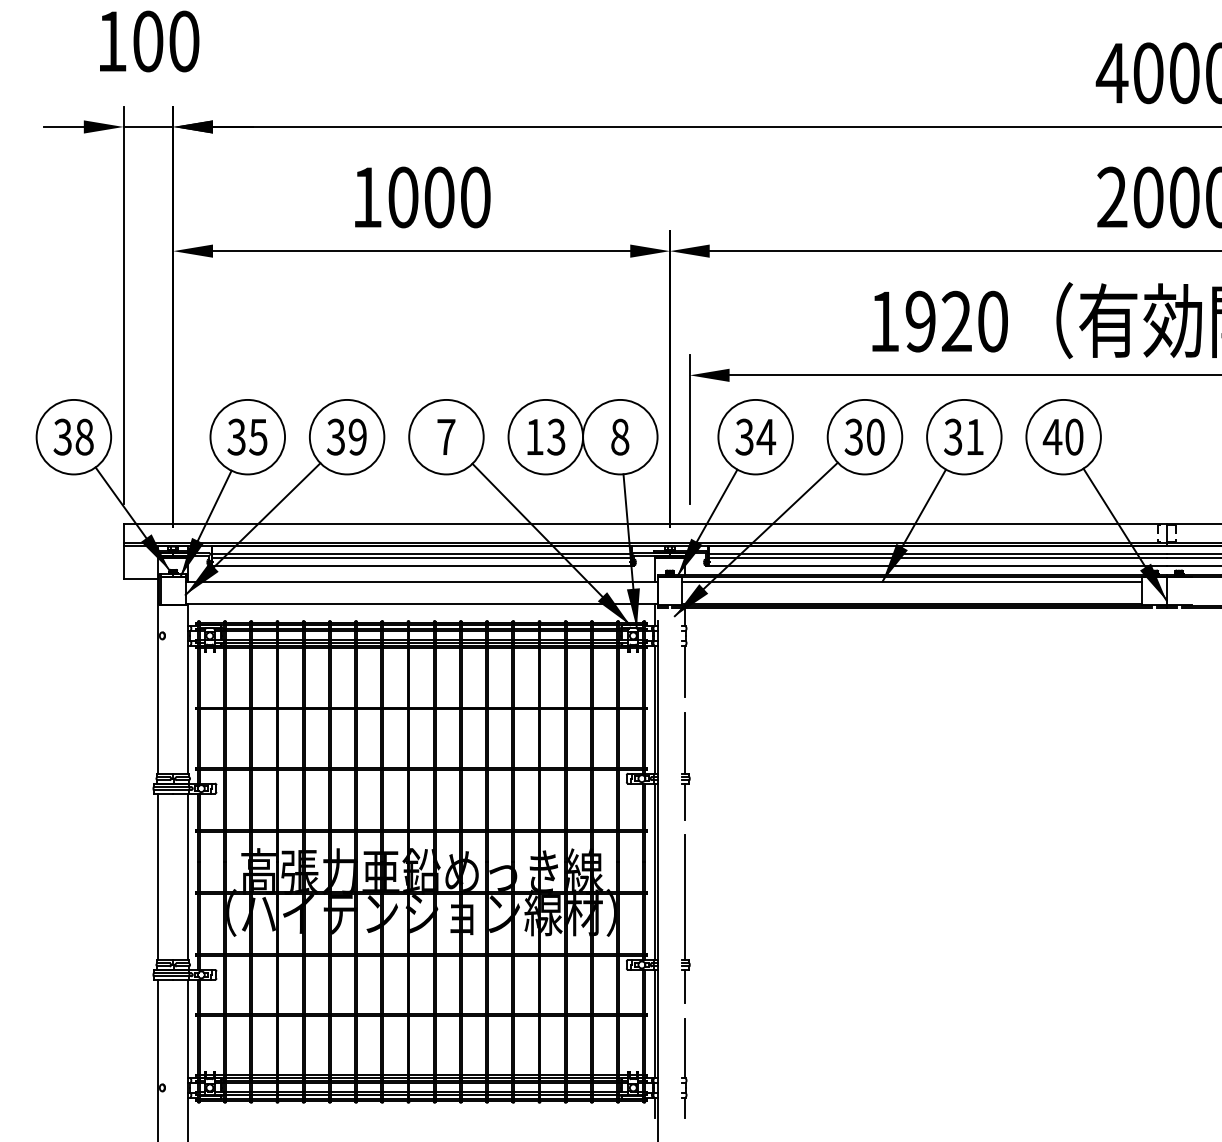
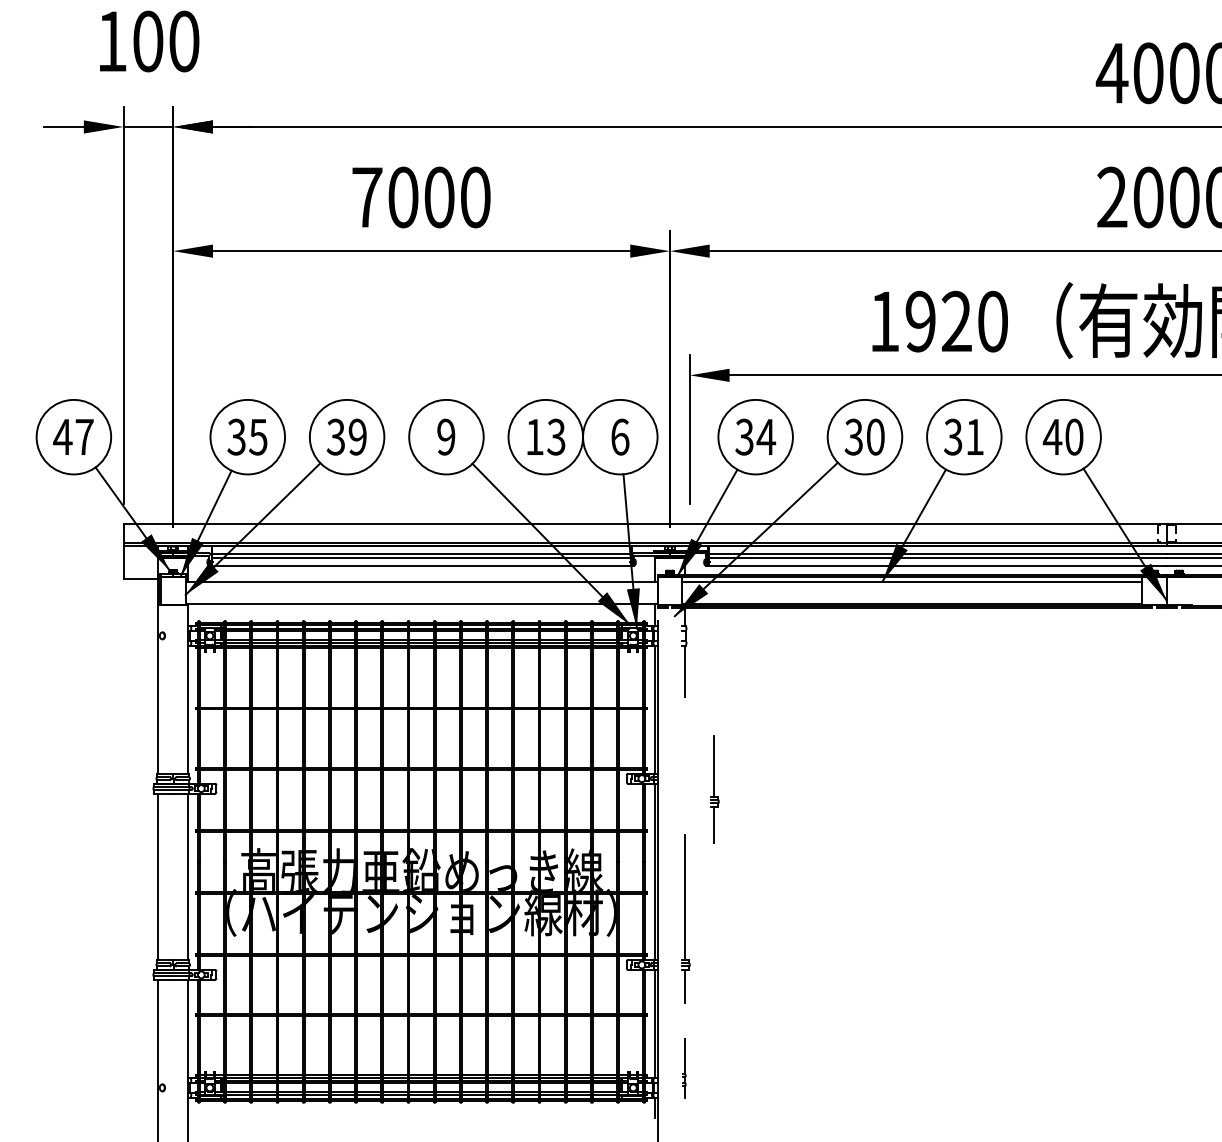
text at (367, 197): 1000 -> 7000
text at (73, 436): 38 -> 47
text at (446, 436): 7 -> 9
text at (620, 436): 8 -> 6
part at (685, 766) position: (685, 766) -> (714, 789)
part at (684, 1068) size: 7x101 px -> 5x61 px
